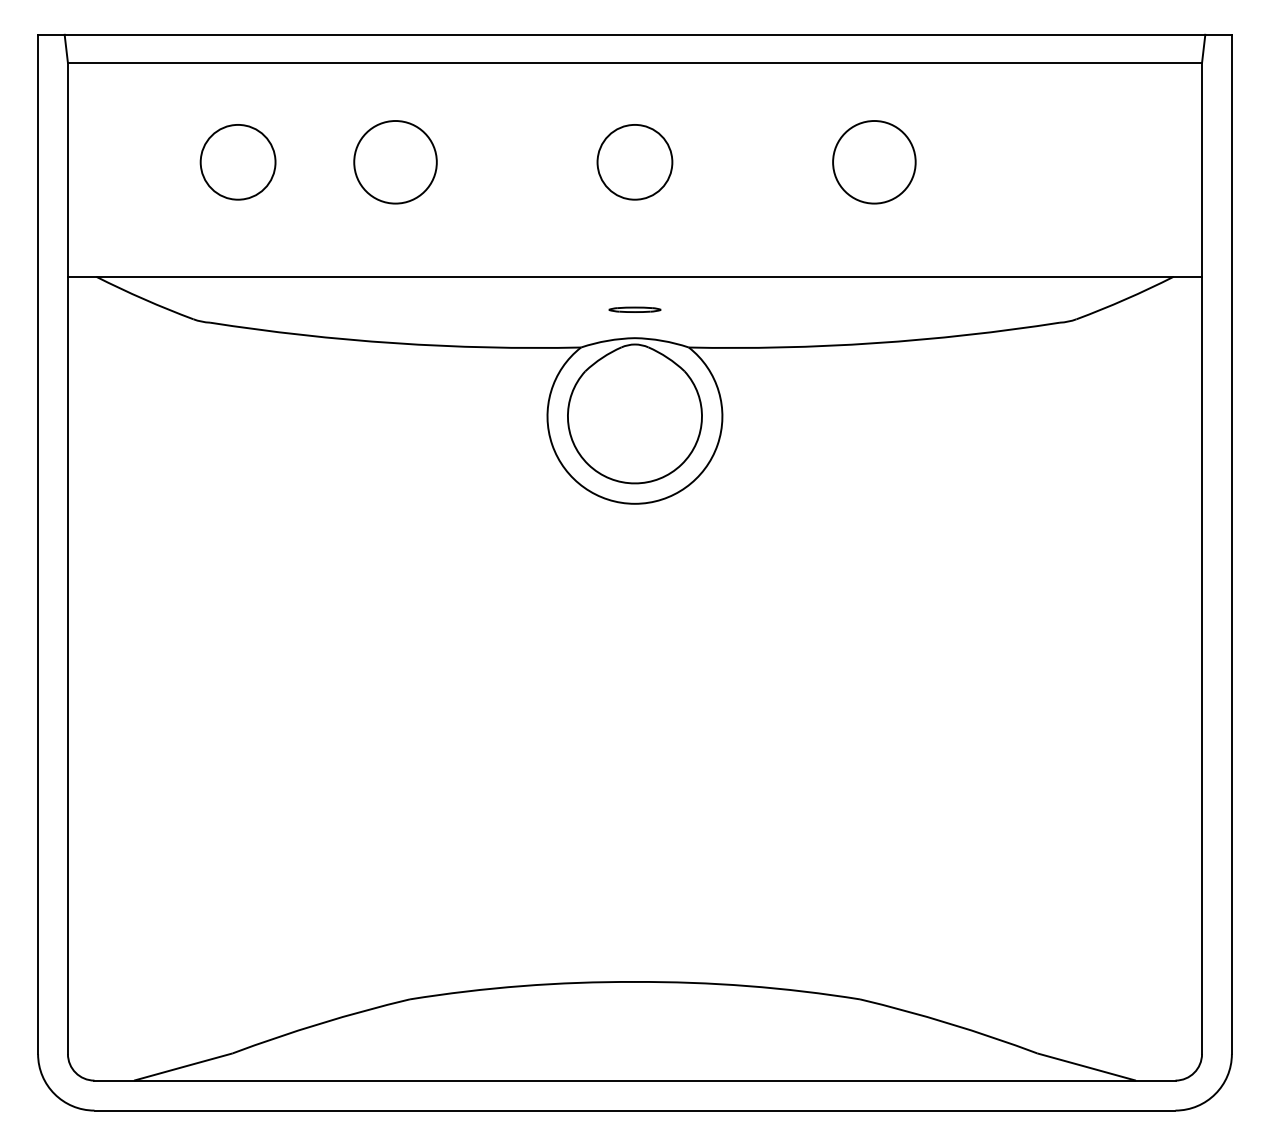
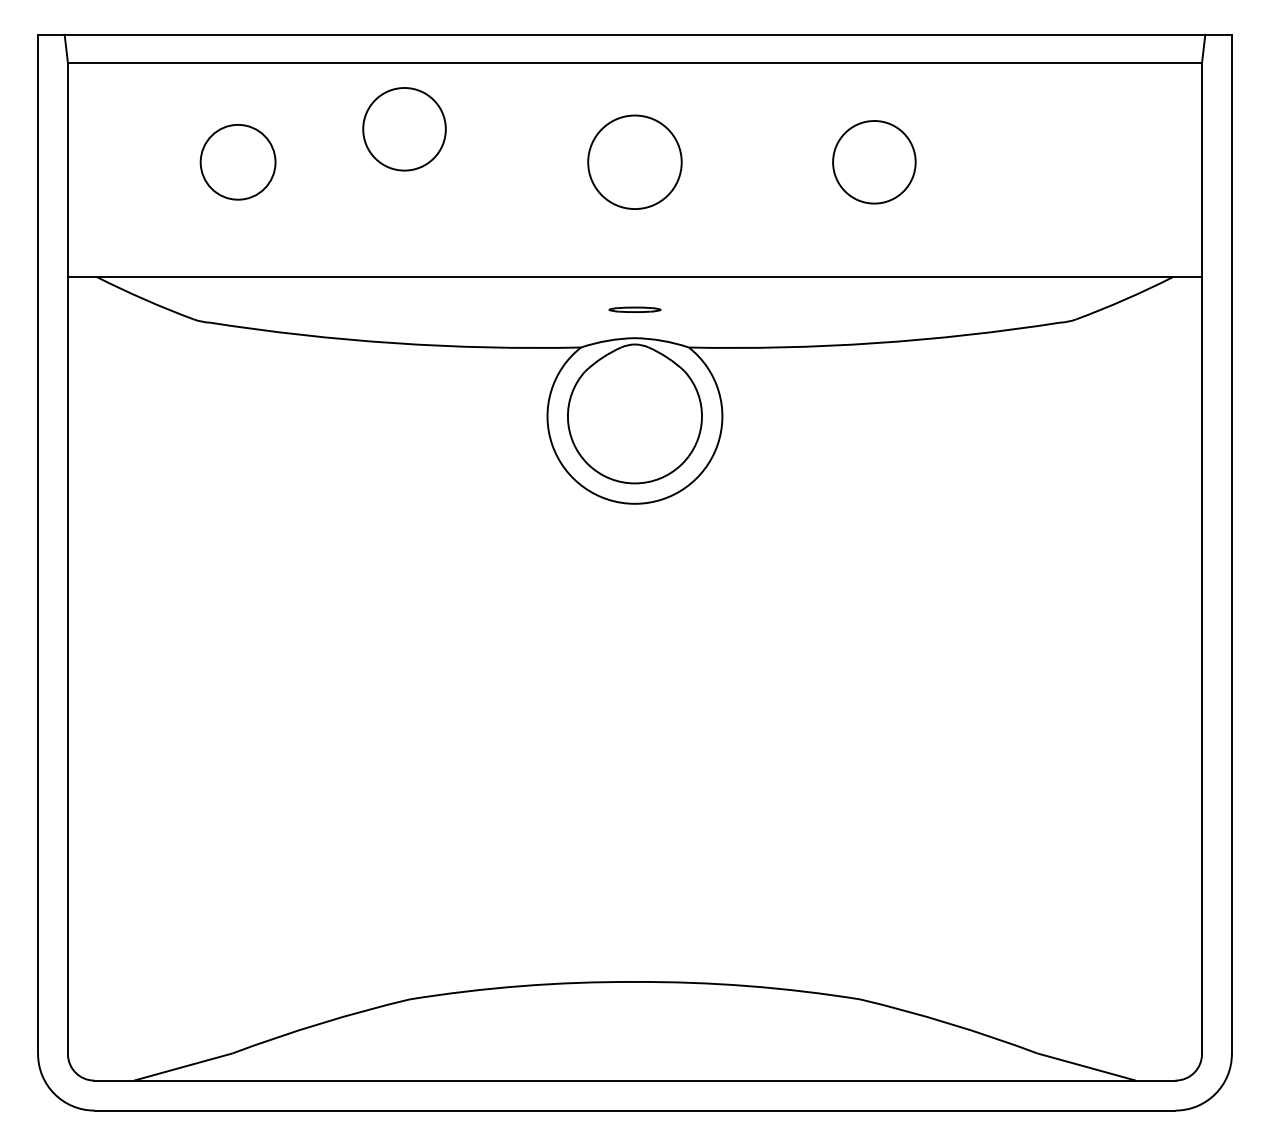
circle at (634, 161) diameter: 75 px -> 94 px
circle at (395, 162) position: (395, 162) -> (404, 129)
